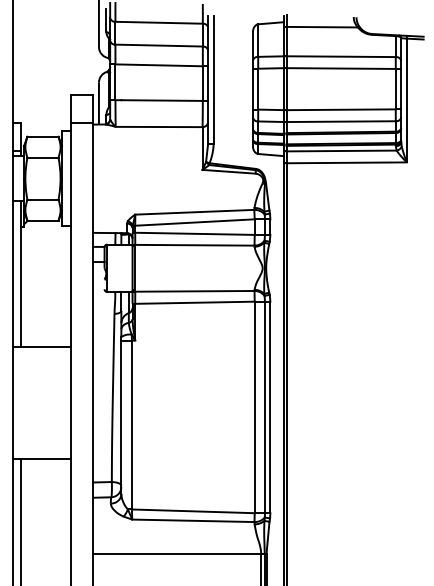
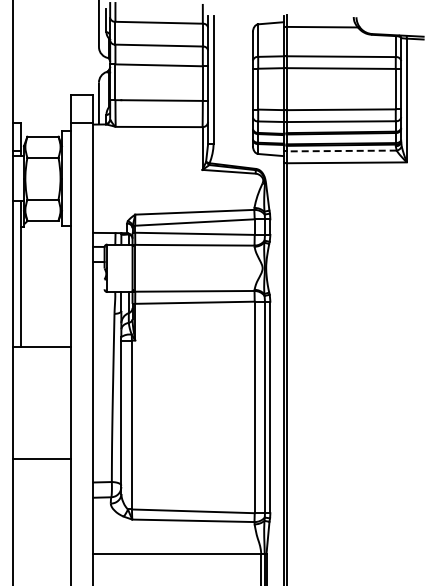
line at (341, 151): solid -> dashed
line at (21, 520): present -> none
